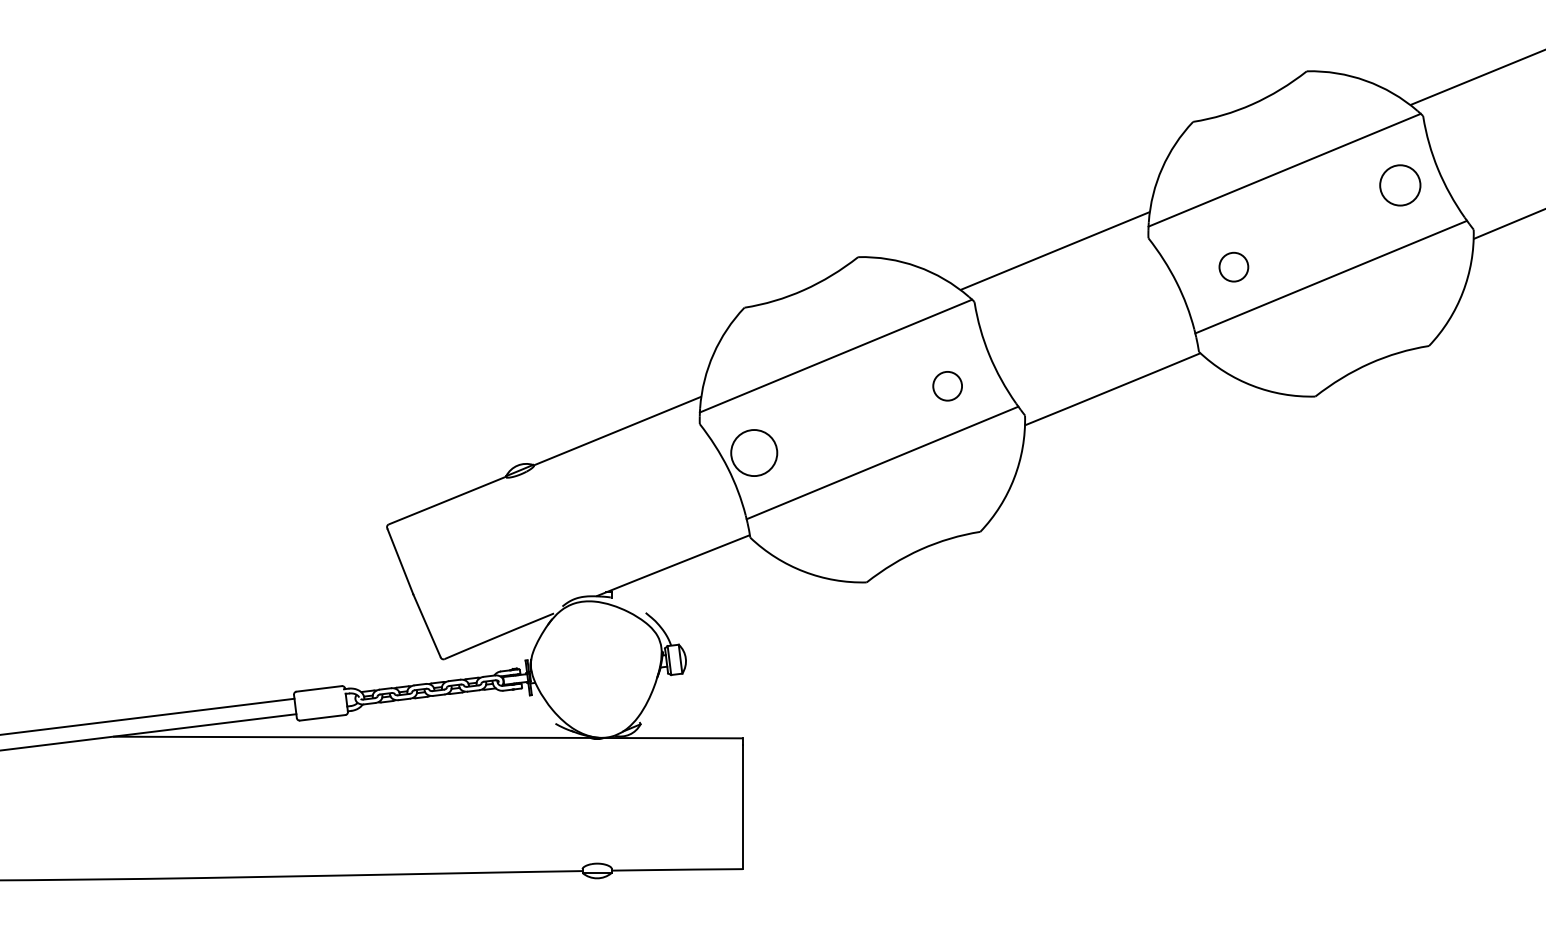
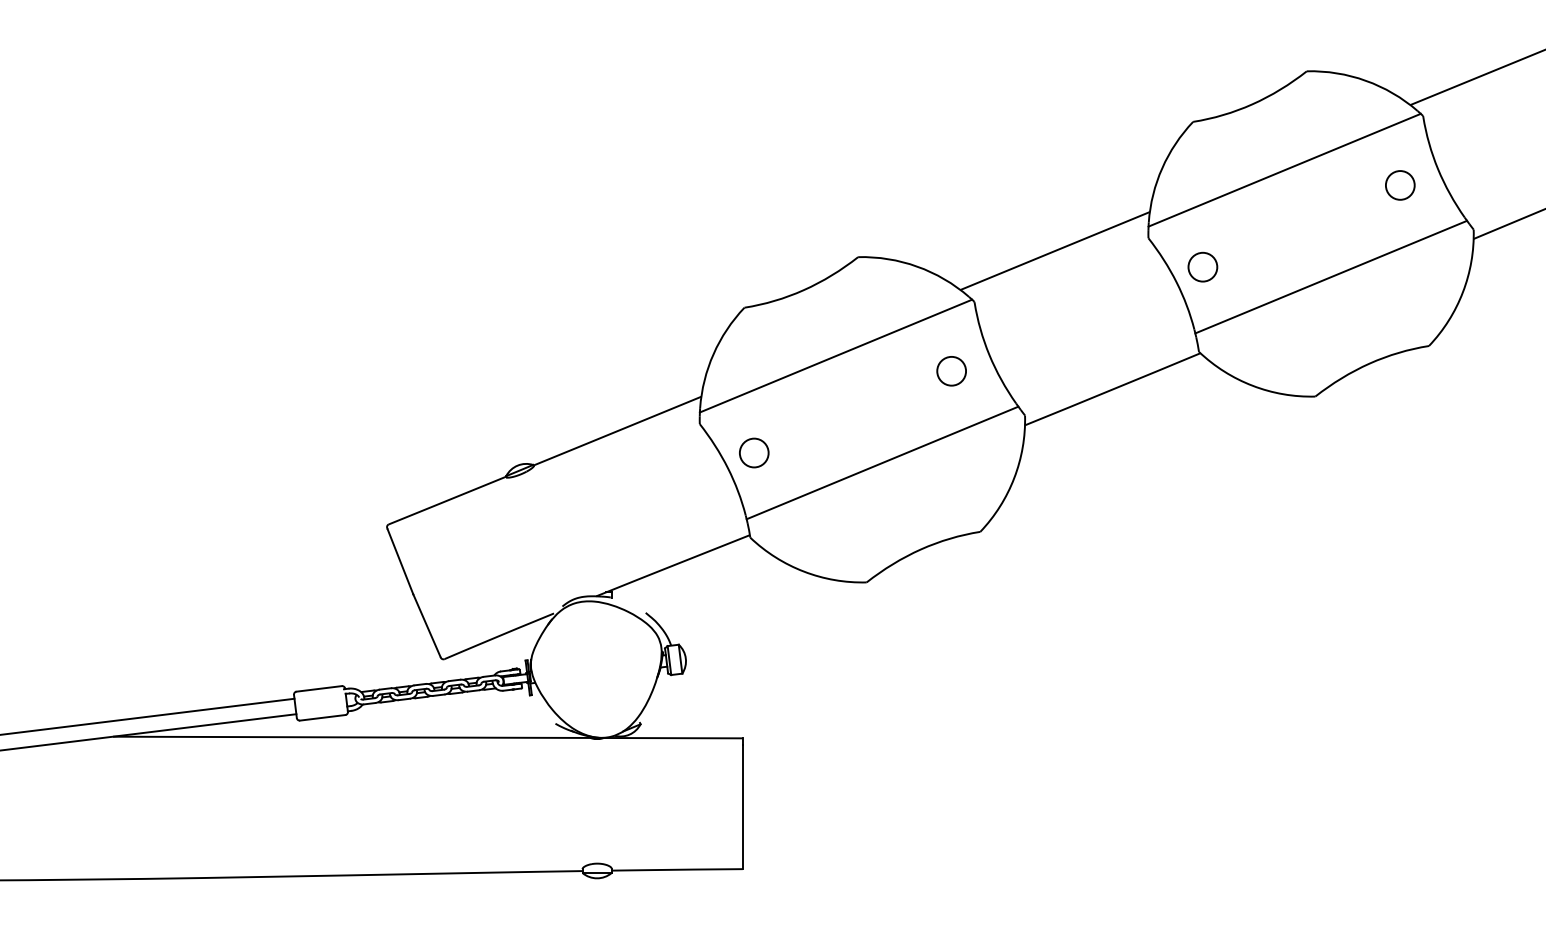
circle at (1400, 185) diameter: 40 px -> 29 px
circle at (1233, 266) position: (1233, 266) -> (1202, 266)
circle at (947, 386) position: (947, 386) -> (951, 371)
circle at (754, 453) diameter: 46 px -> 29 px
